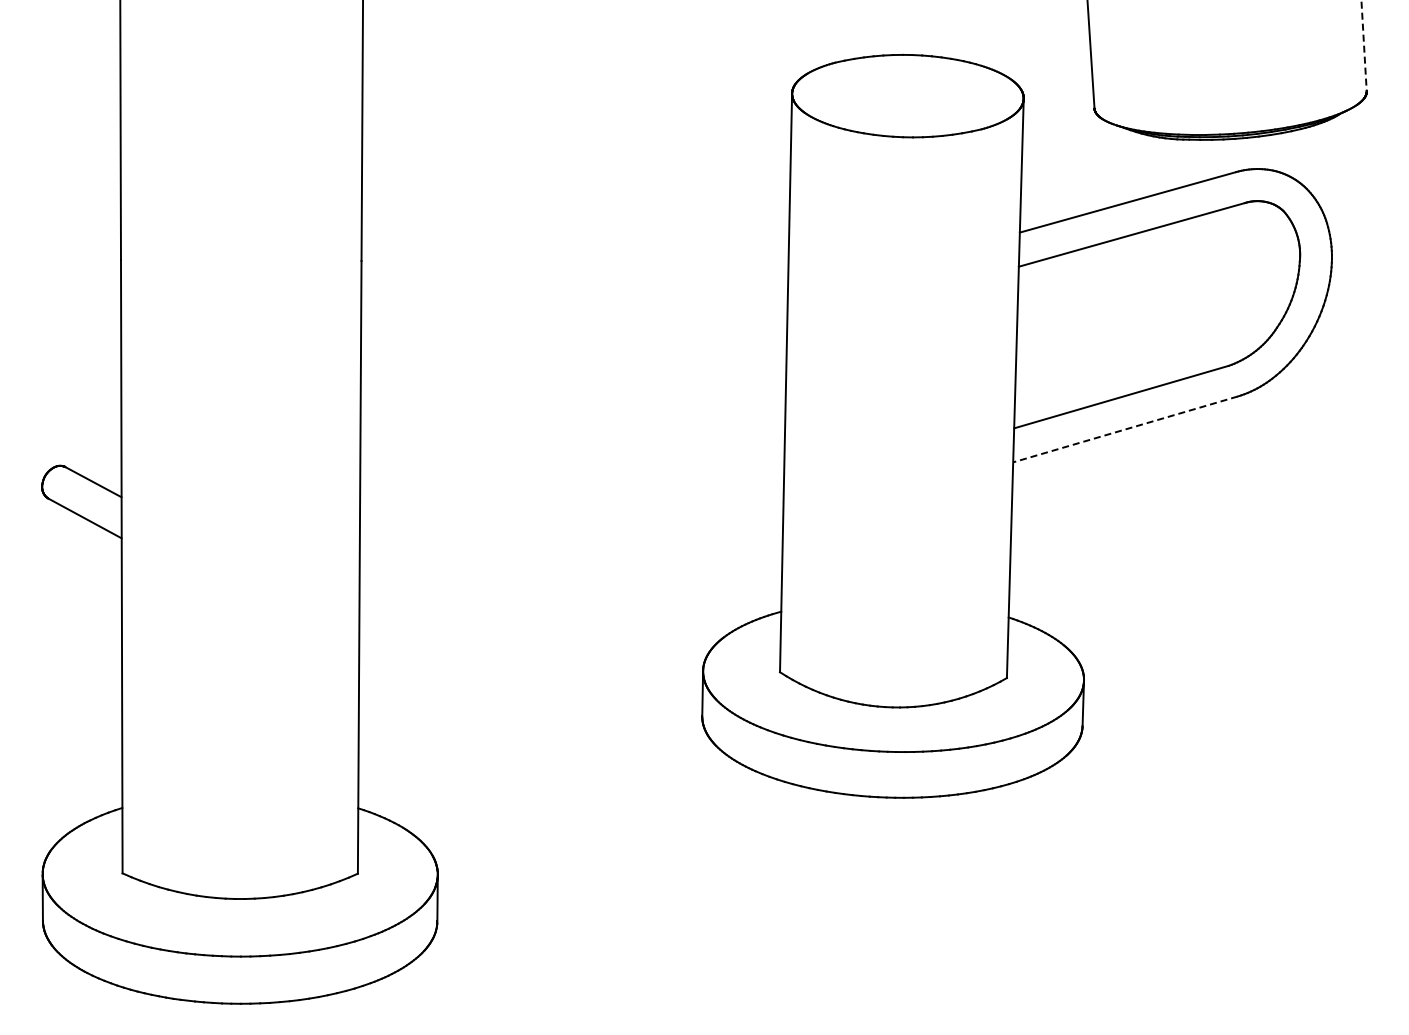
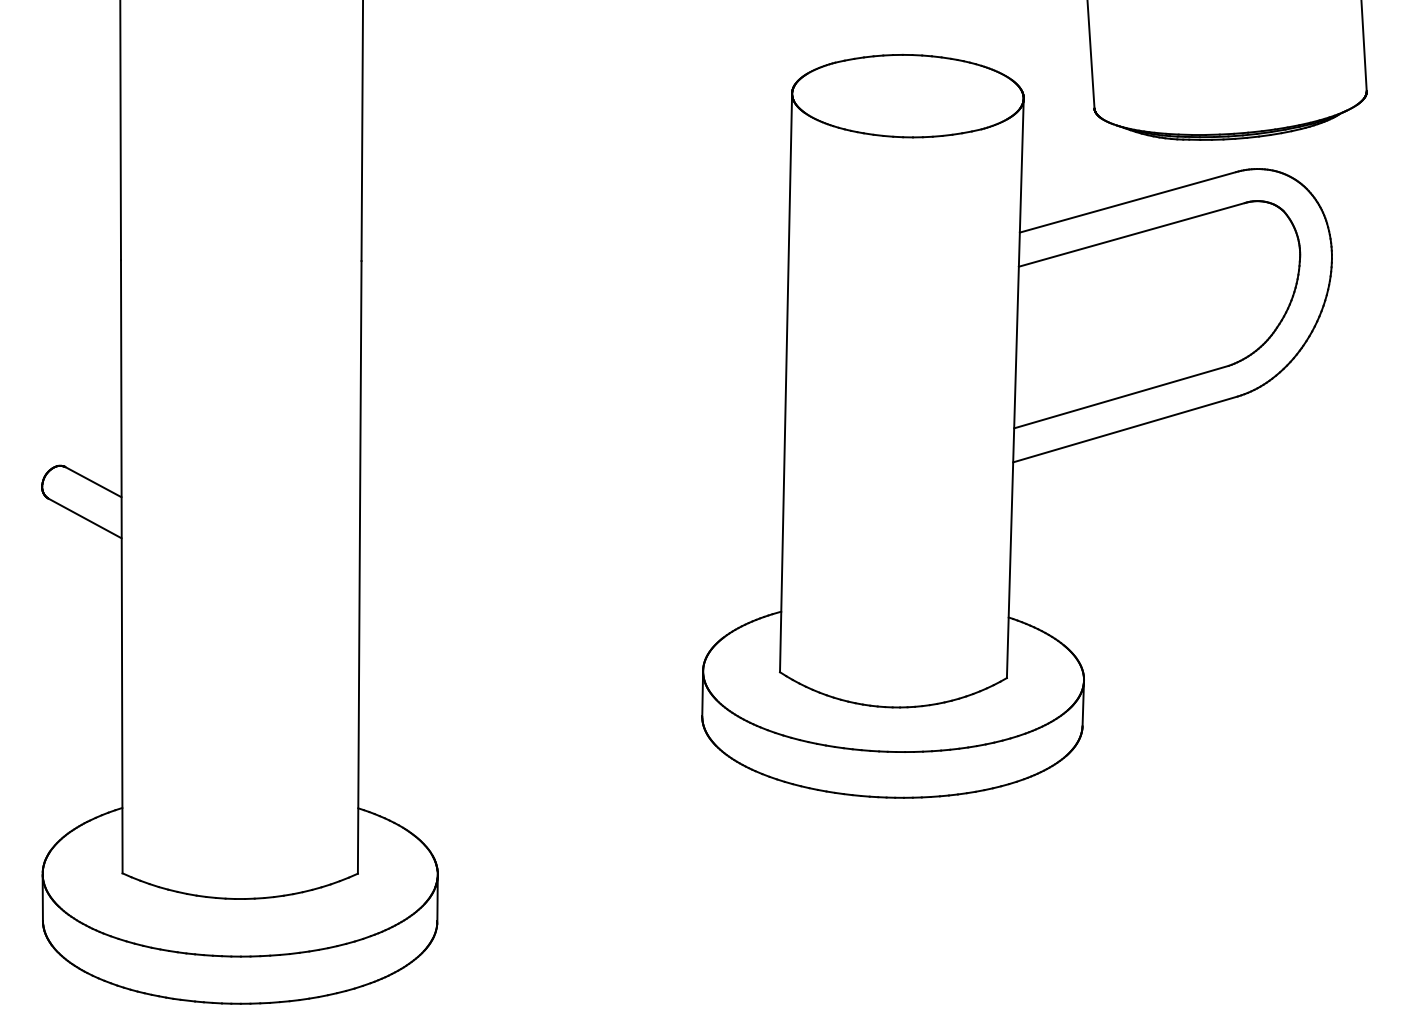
line at (1364, 46): dashed -> solid
line at (1125, 429): dashed -> solid
